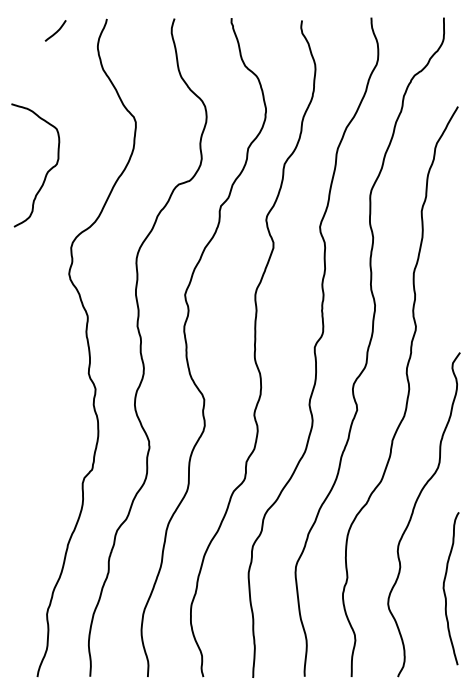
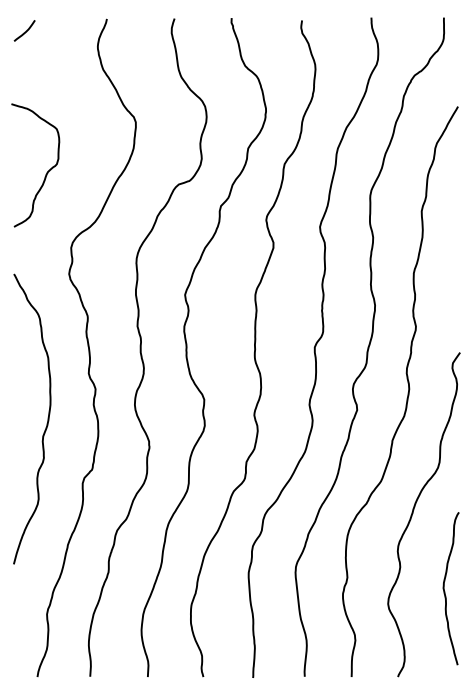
curve at (56, 31) position: (56, 31) -> (25, 31)
curve at (46, 423): none -> present
